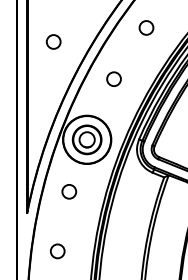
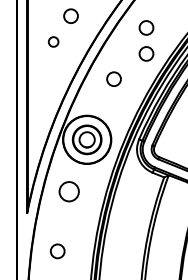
circle at (70, 15): none -> present
circle at (53, 41) size: 17x16 px -> 13x12 px
circle at (146, 53): none -> present
circle at (69, 191) size: 17x16 px -> 22x22 px
